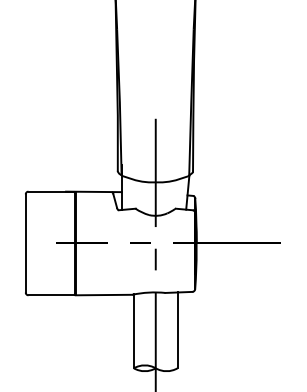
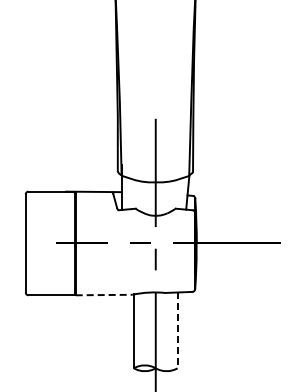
line at (104, 295): solid -> dashed
line at (177, 330): solid -> dashed
